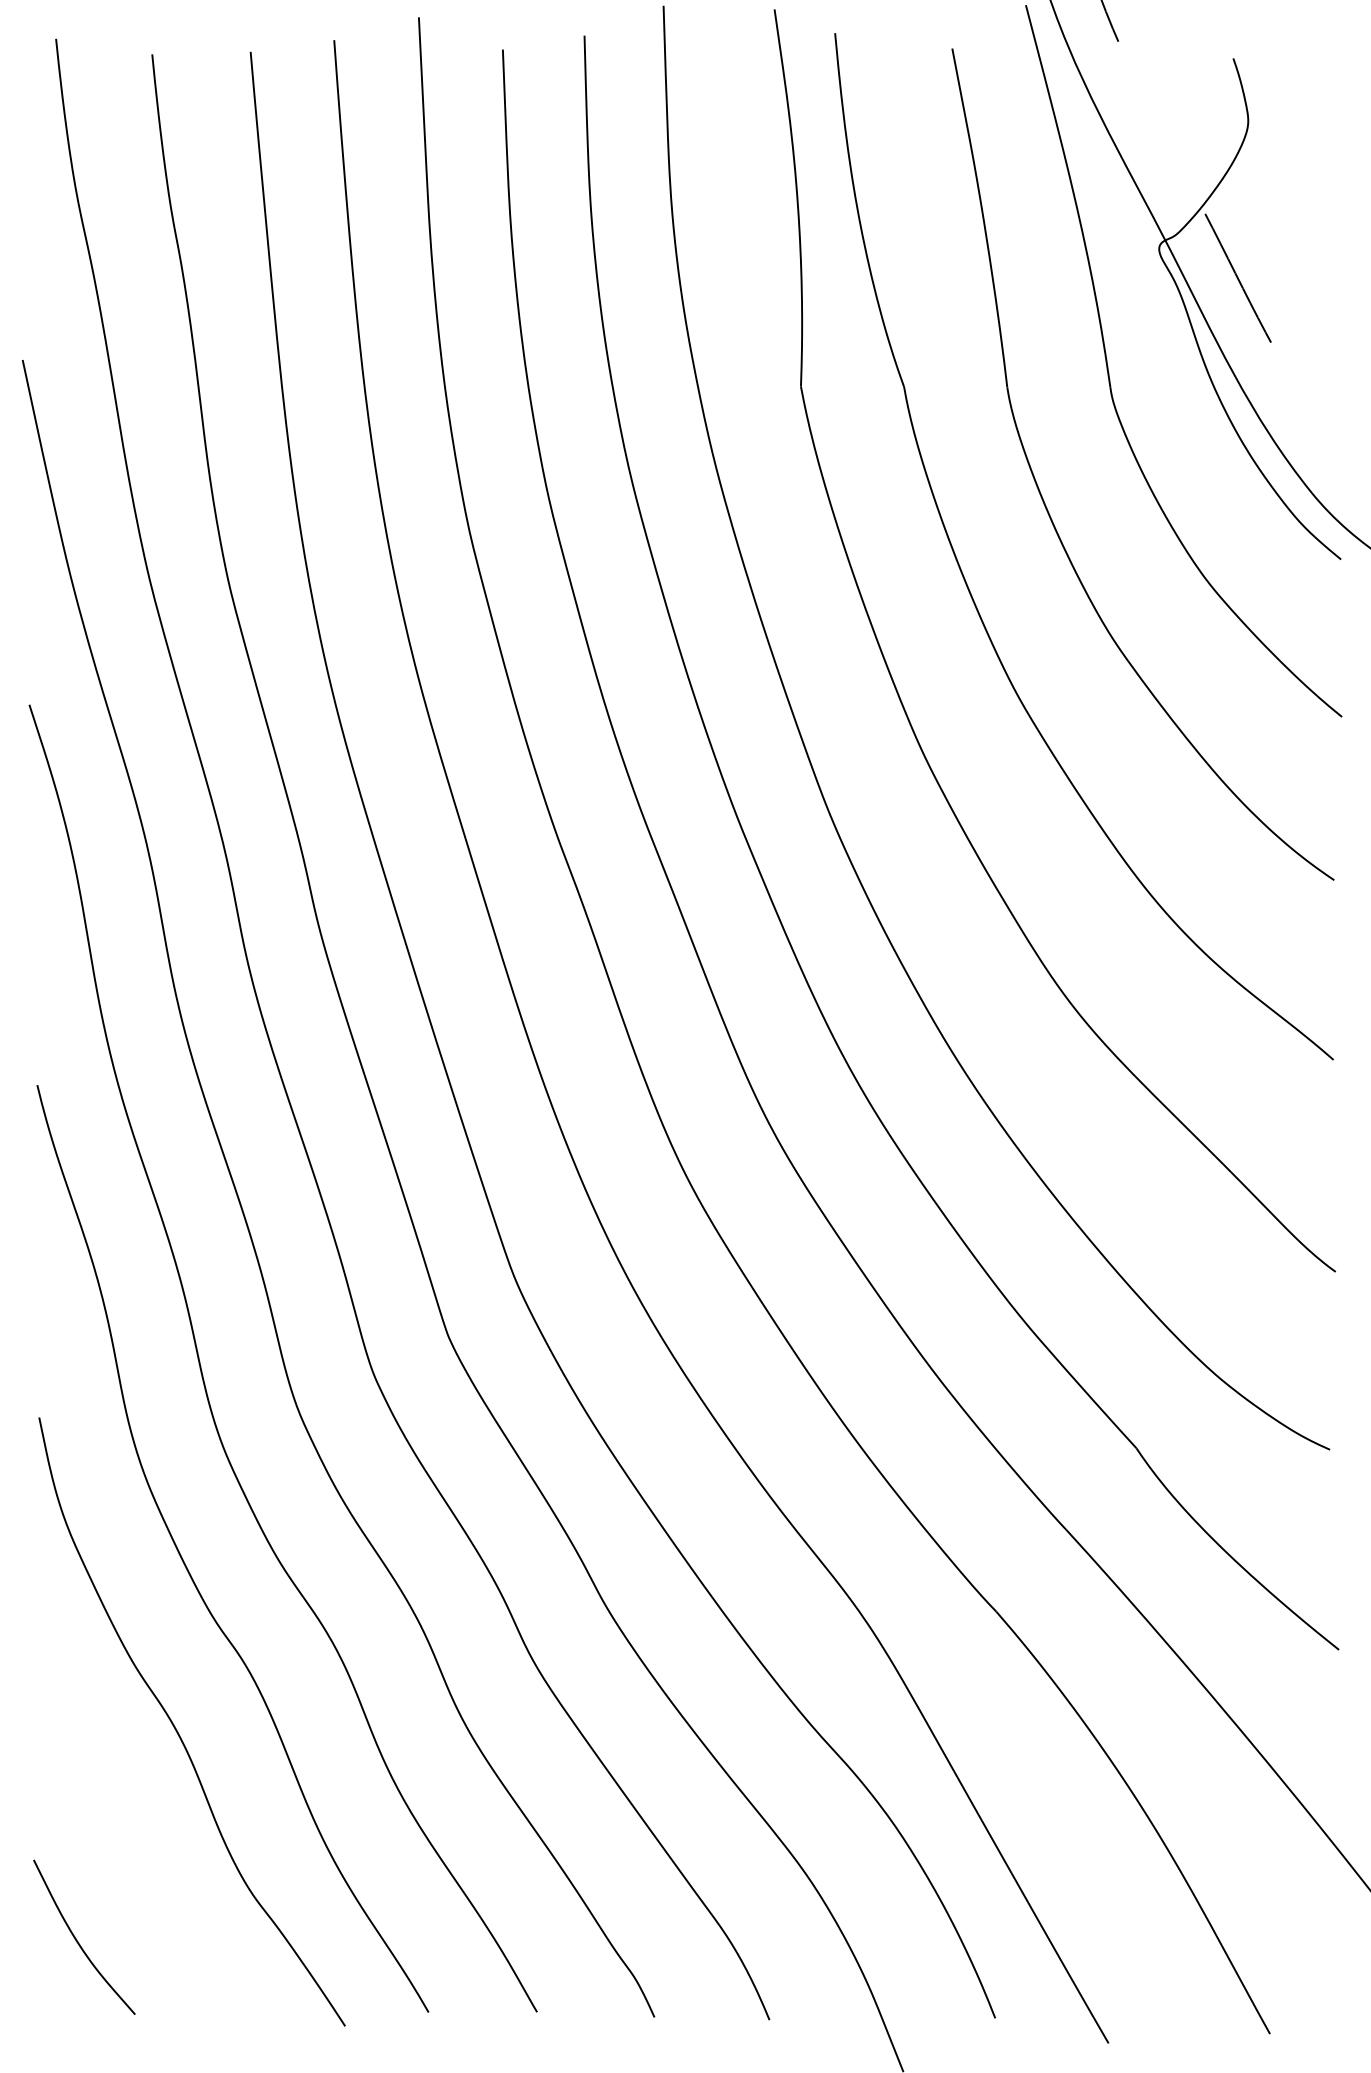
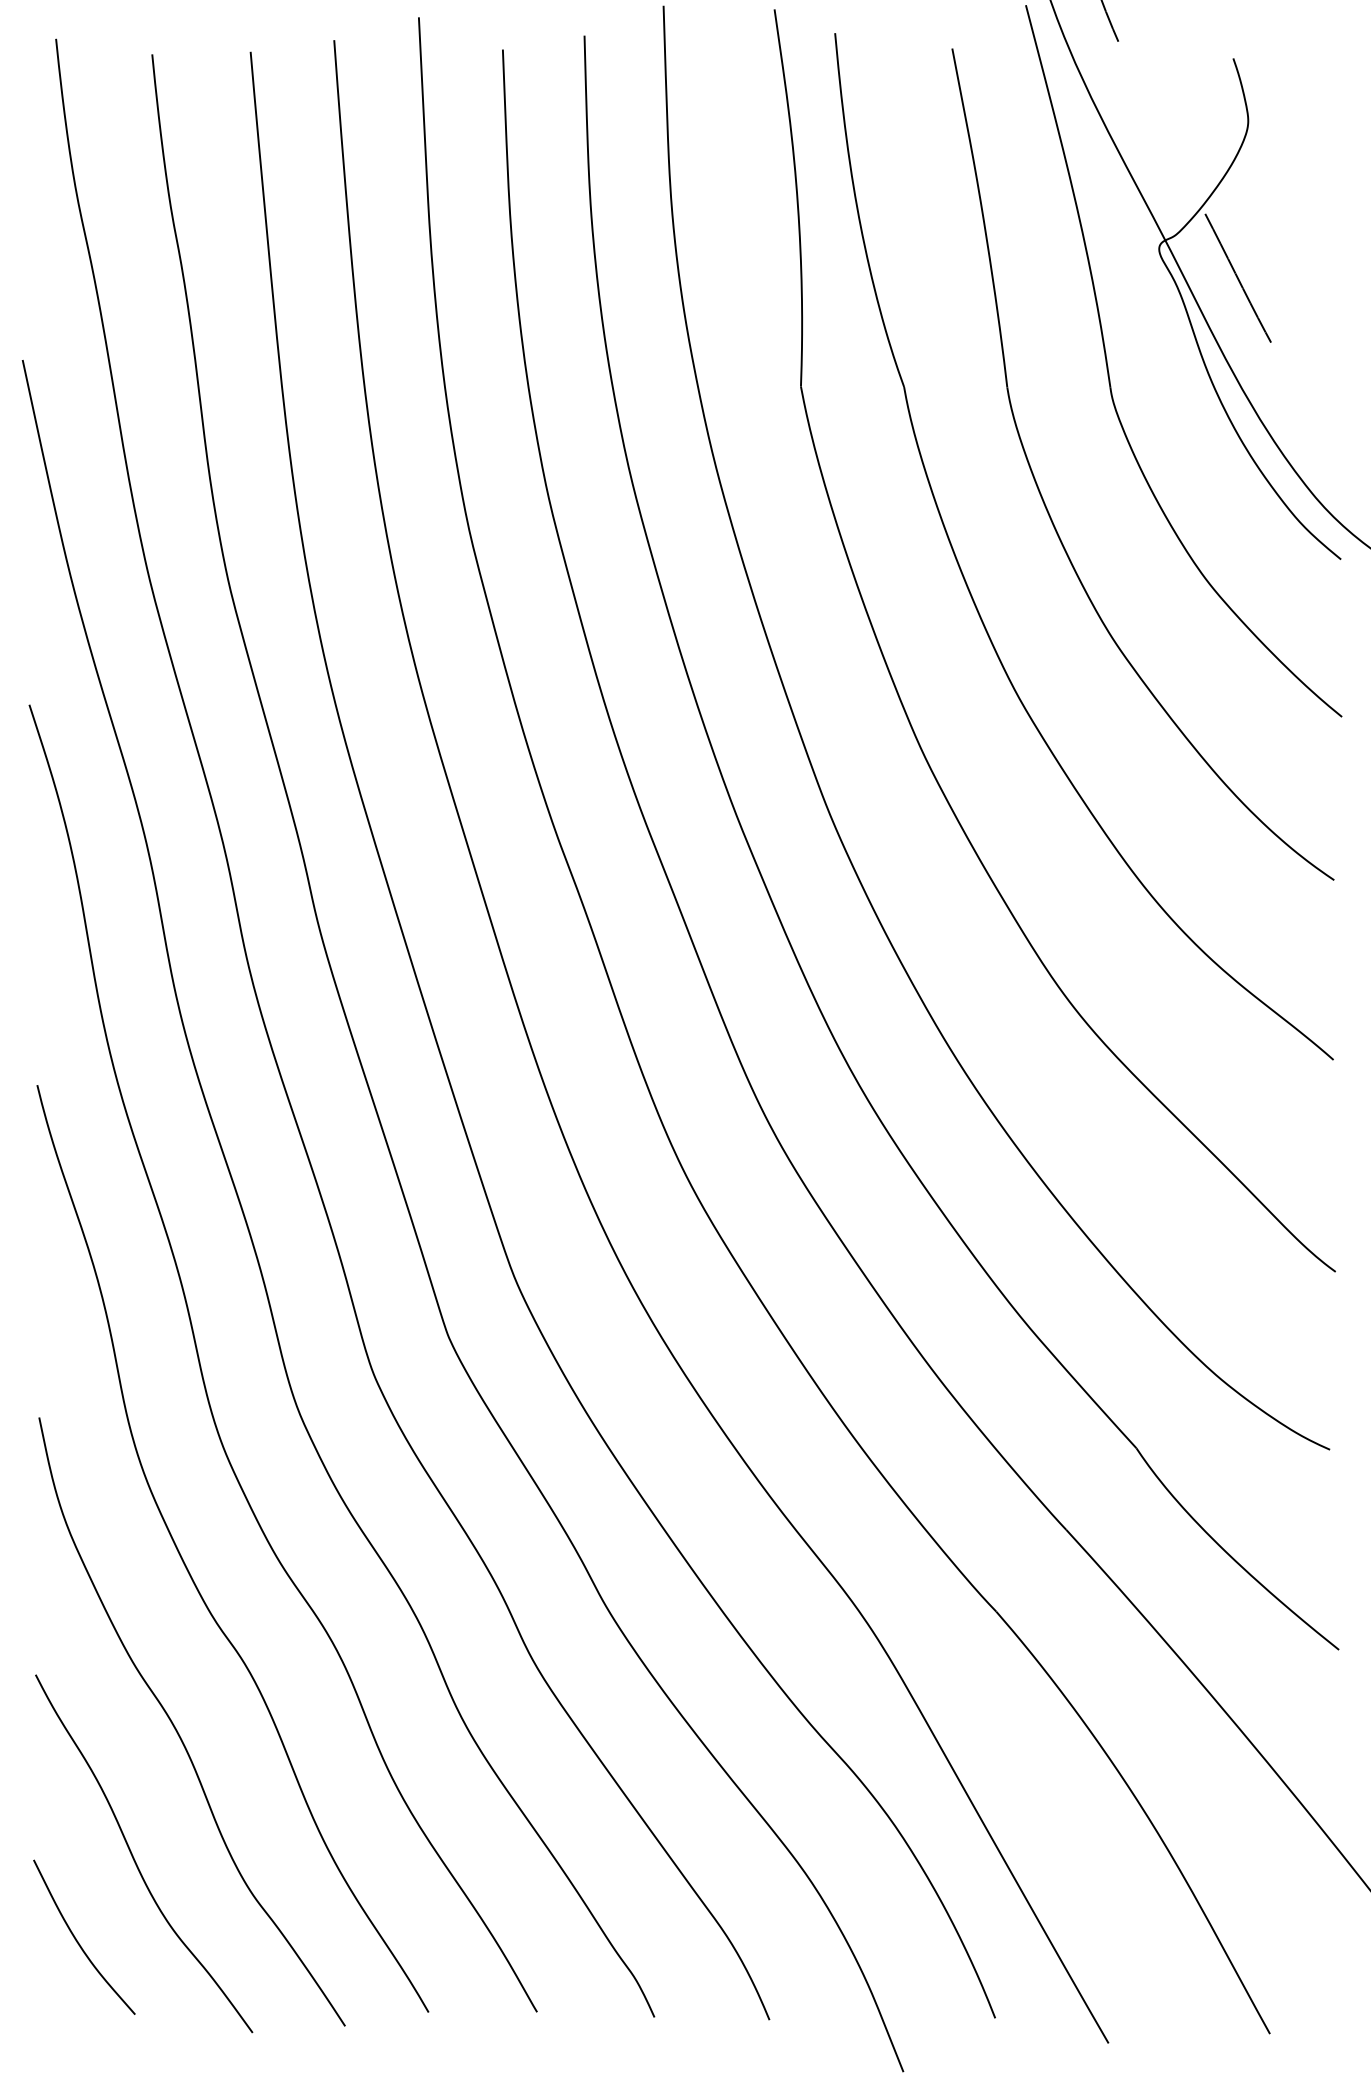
curve at (134, 1857): none -> present
